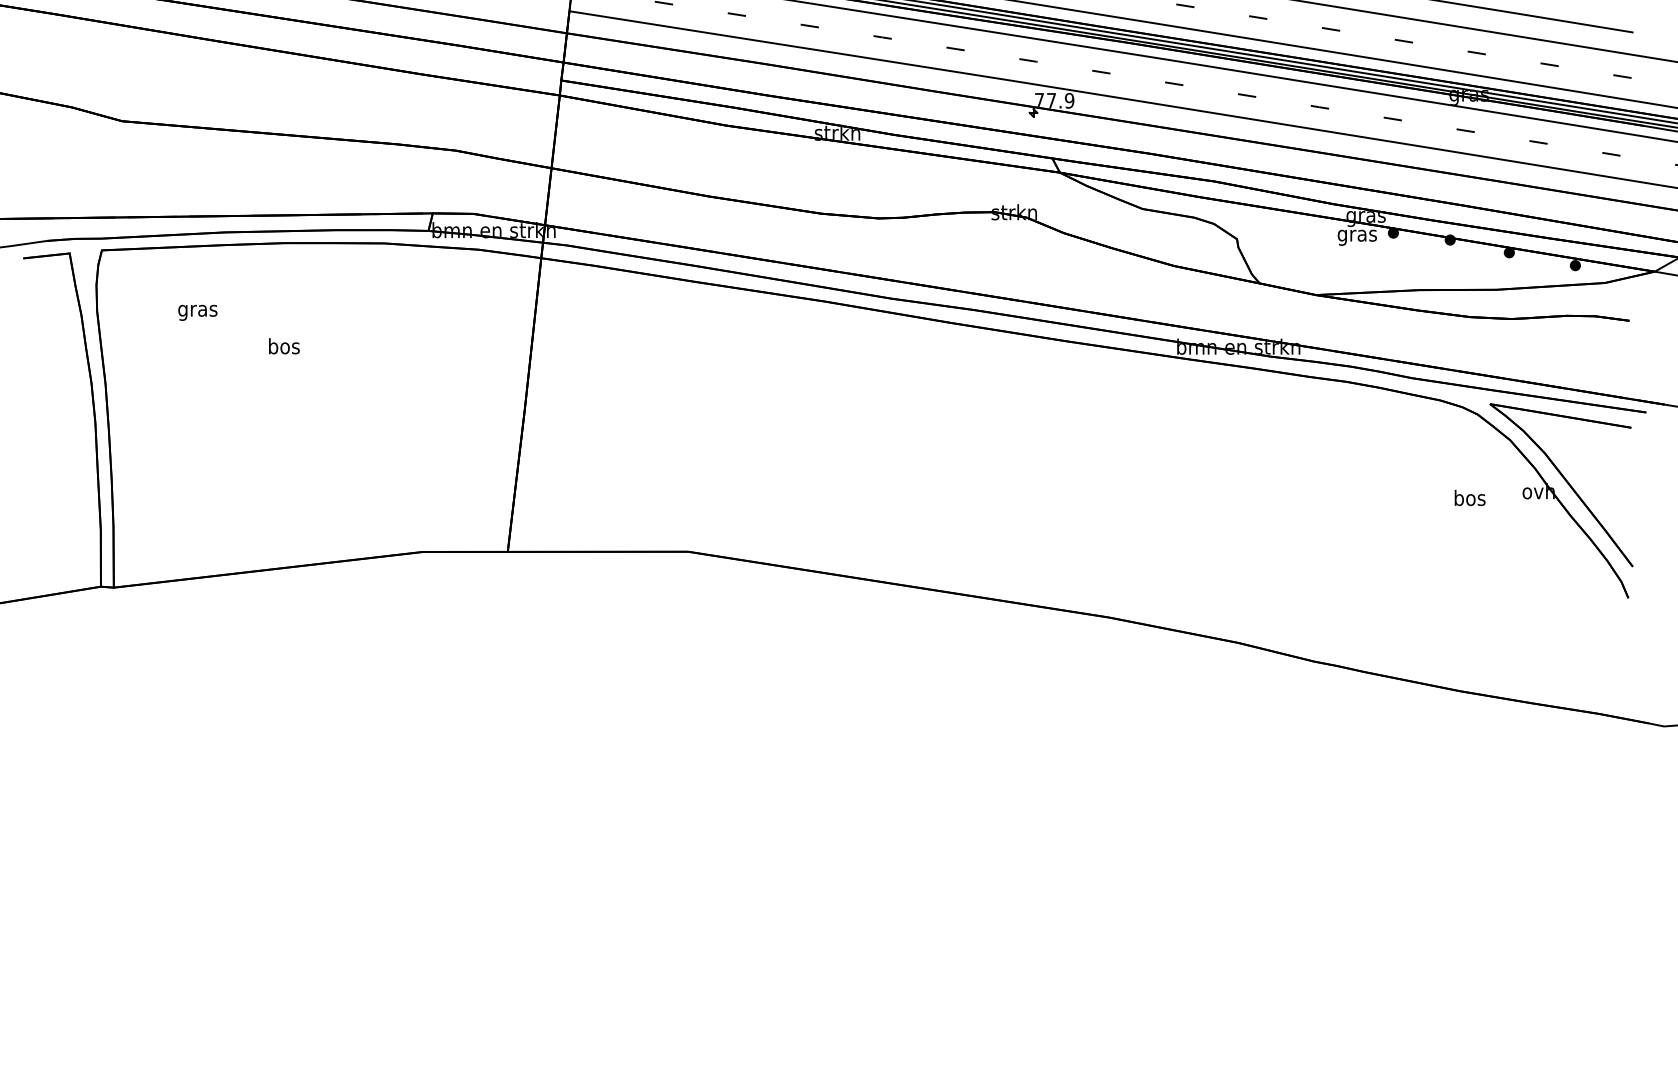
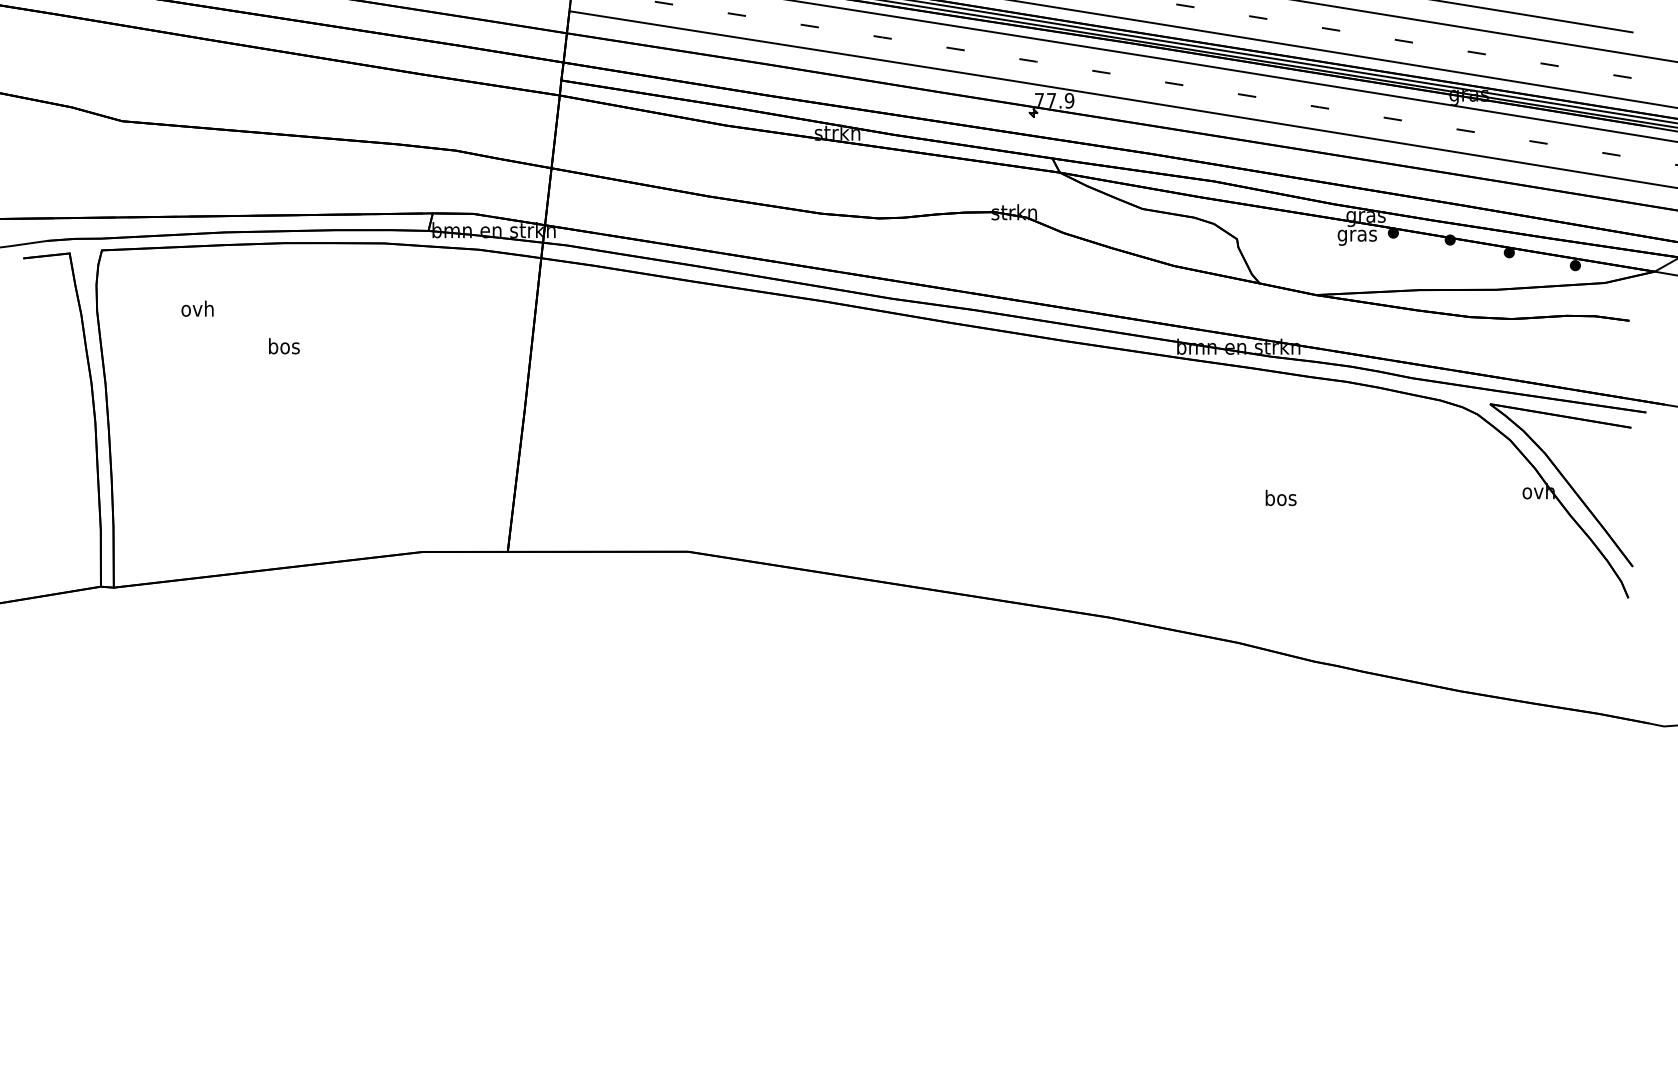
text at (197, 310): gras -> ovh
text at (1469, 497) position: (1469, 497) -> (1280, 497)
